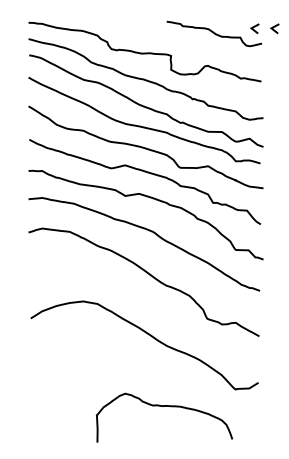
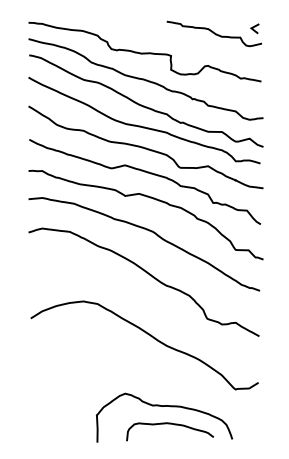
line at (274, 27): present -> none
curve at (170, 424): none -> present
